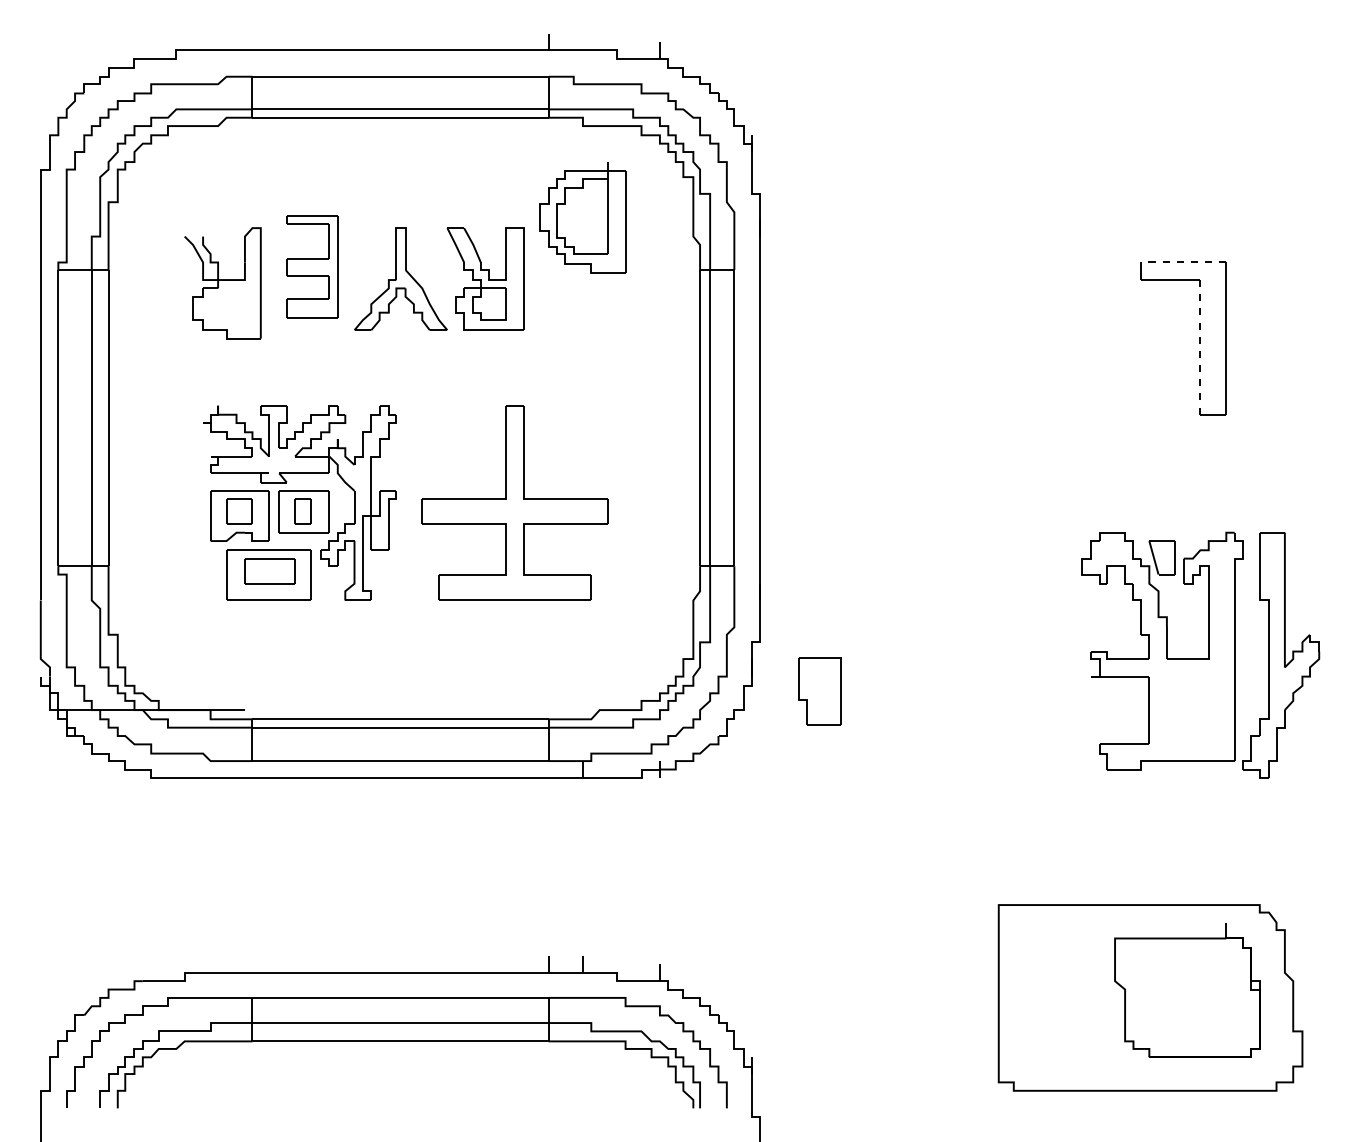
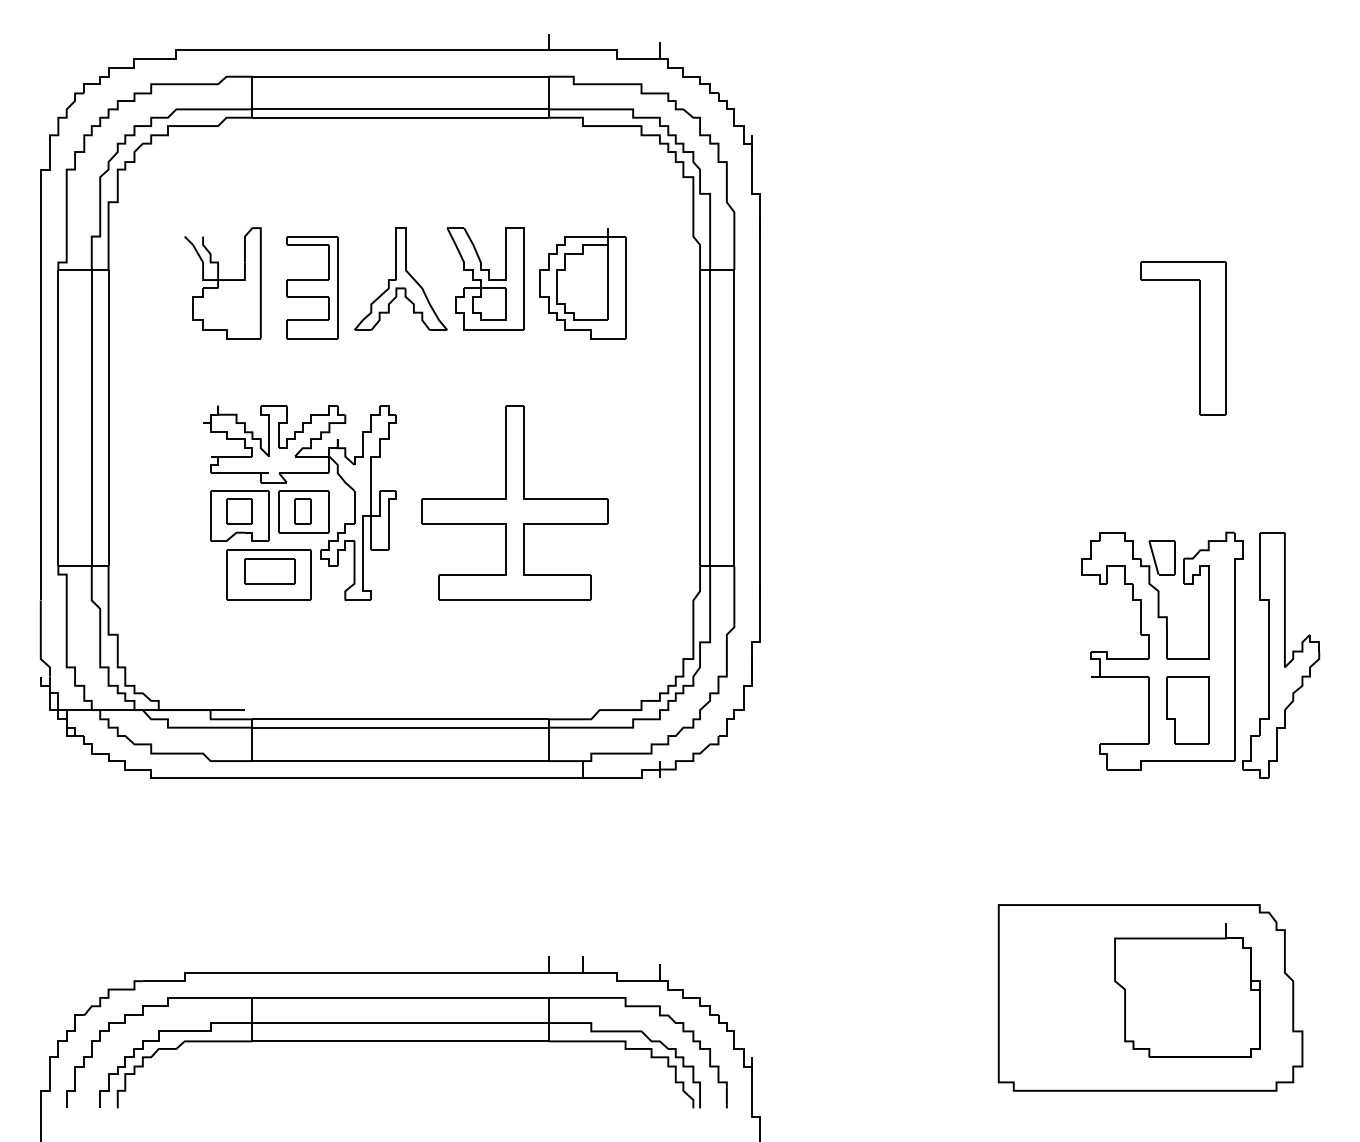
part at (582, 217) position: (582, 217) -> (582, 283)
line at (1183, 262): dashed -> solid
part at (312, 266) position: (312, 266) -> (312, 287)
line at (1200, 347): dashed -> solid
part at (819, 691) position: (819, 691) -> (1187, 710)
